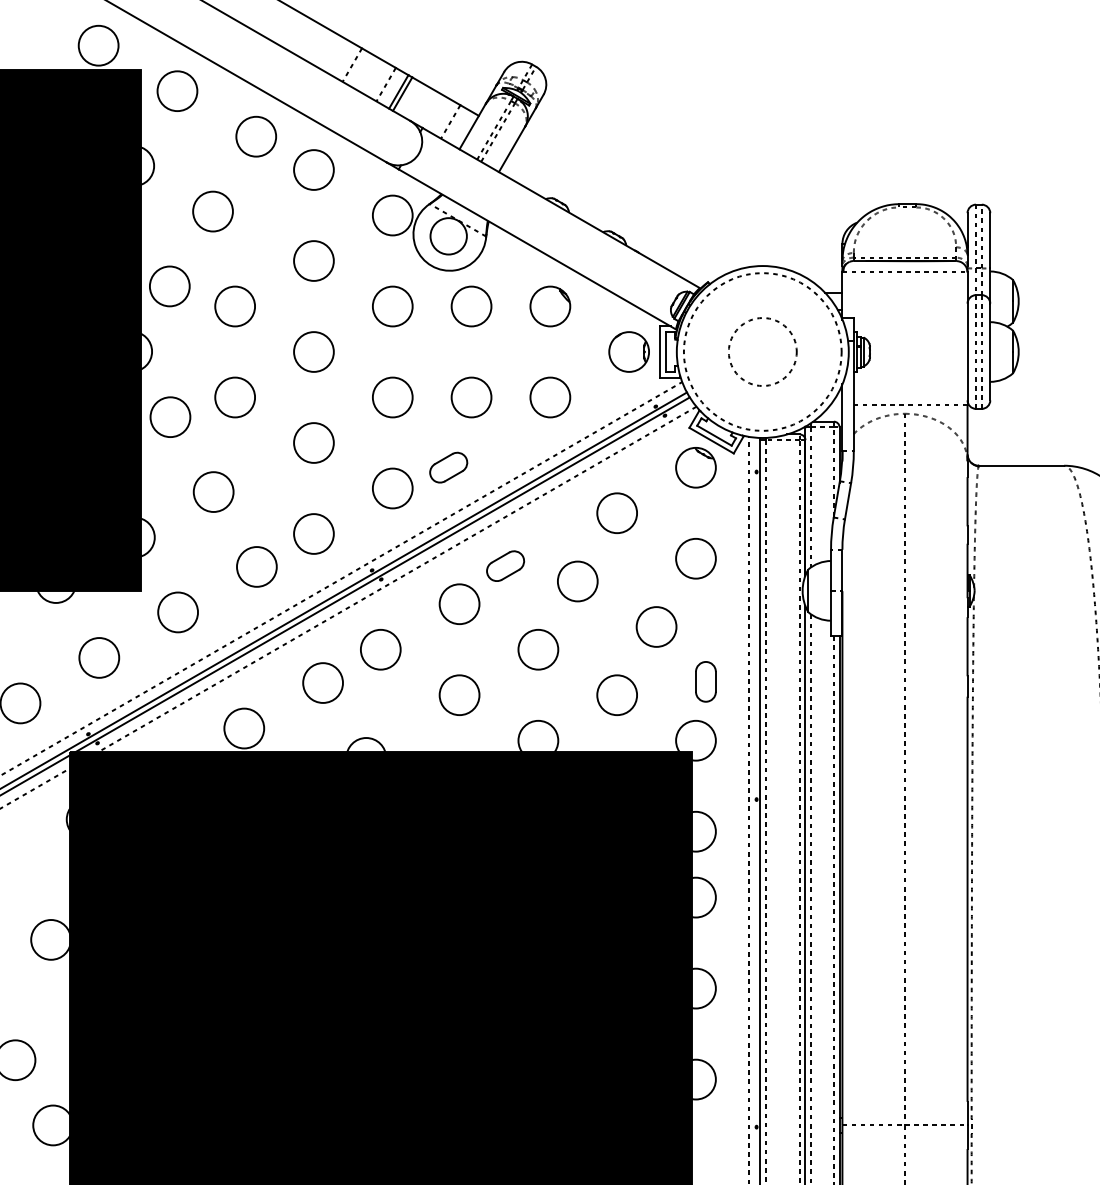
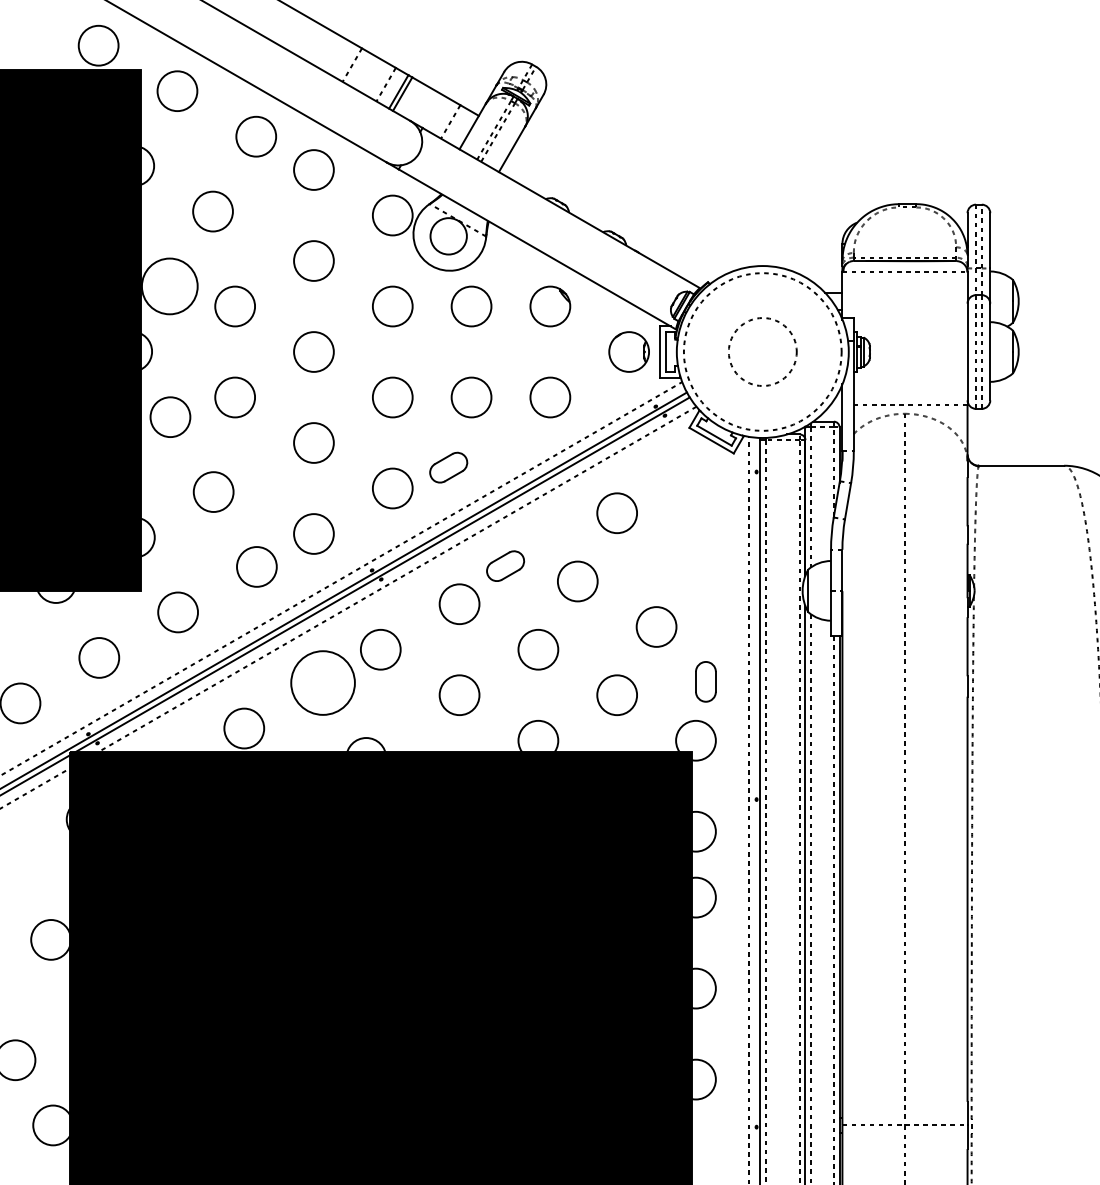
circle at (169, 286) diameter: 40 px -> 56 px
part at (695, 467): present -> none
circle at (695, 558): present -> none
circle at (323, 682) diameter: 40 px -> 64 px
